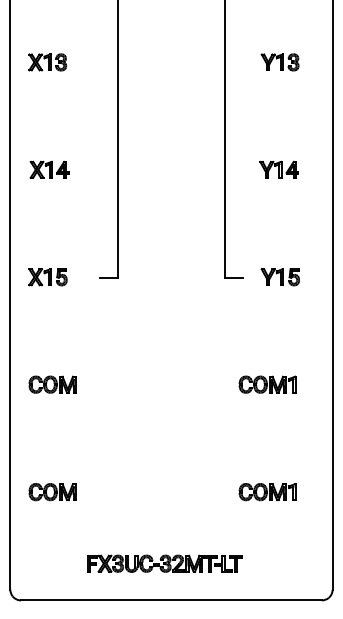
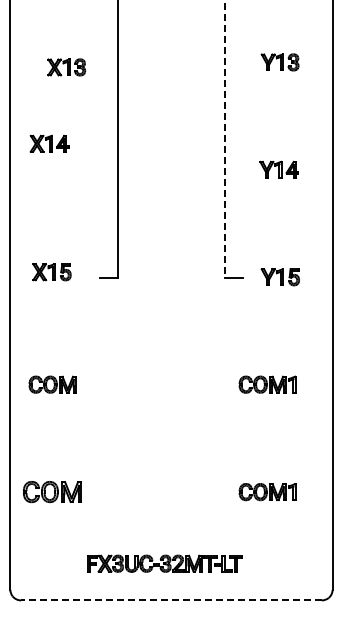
part at (47, 62) position: (47, 62) -> (66, 67)
line at (225, 139): solid -> dashed
part at (49, 169) position: (49, 169) -> (49, 143)
part at (47, 277) position: (47, 277) -> (51, 272)
part at (52, 492) size: 49x19 px -> 59x23 px
line at (170, 600): solid -> dashed
